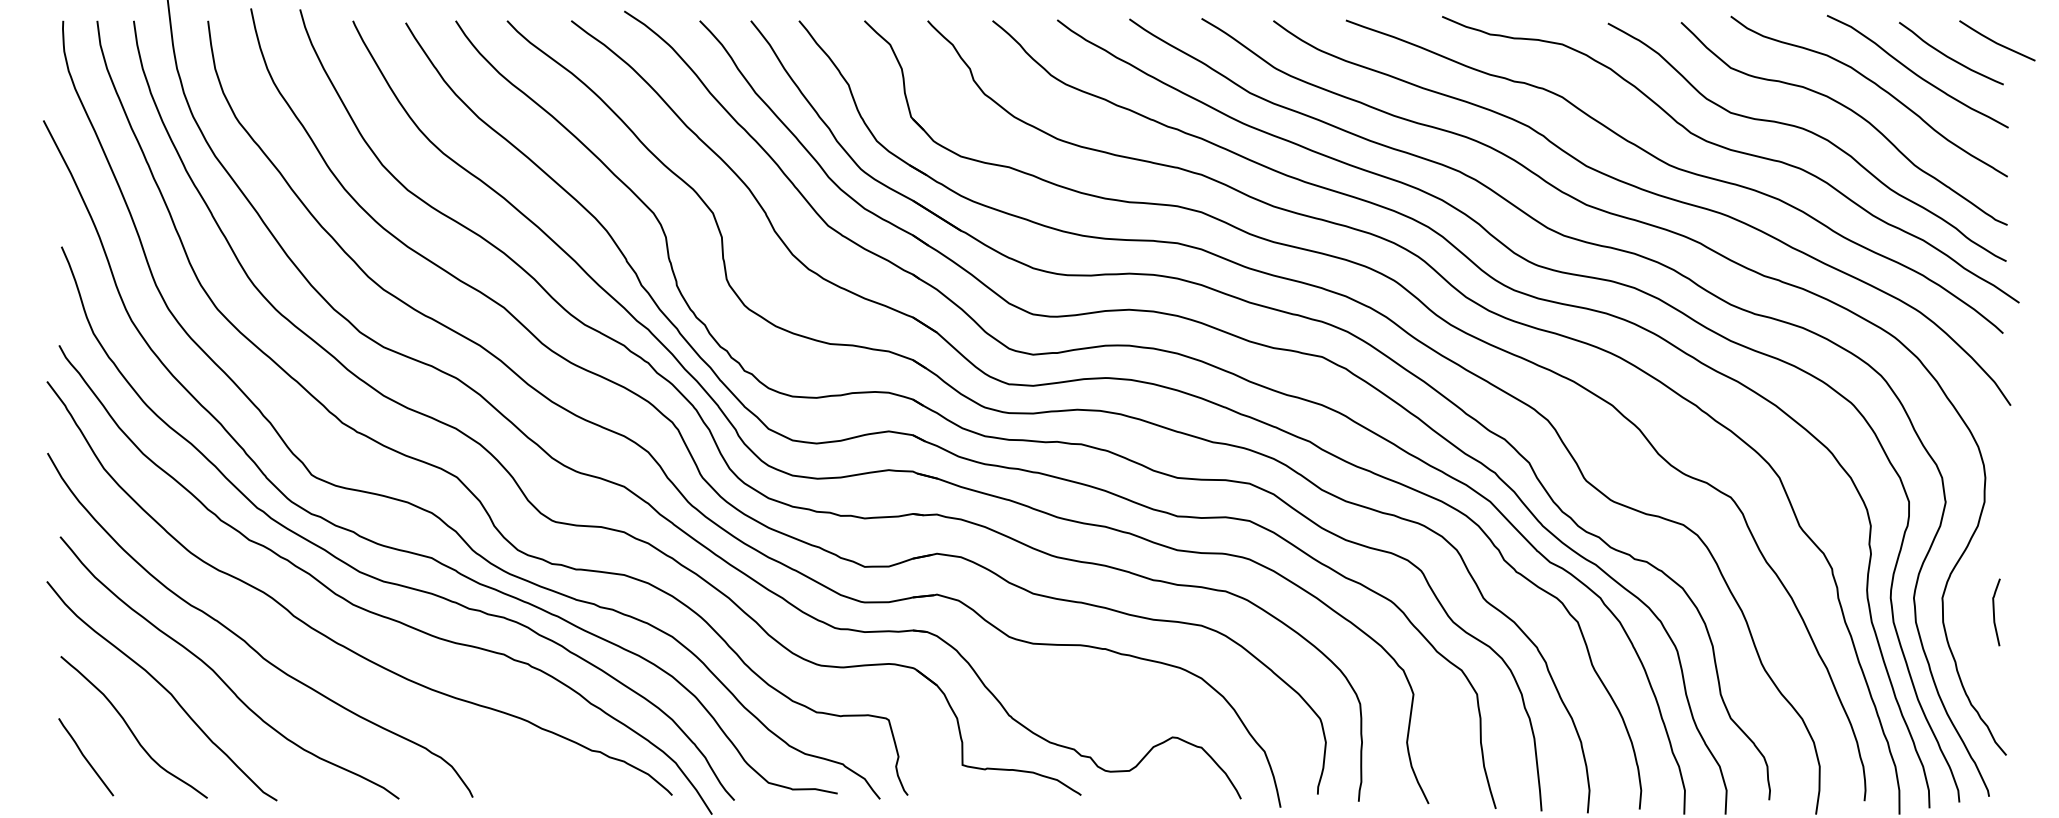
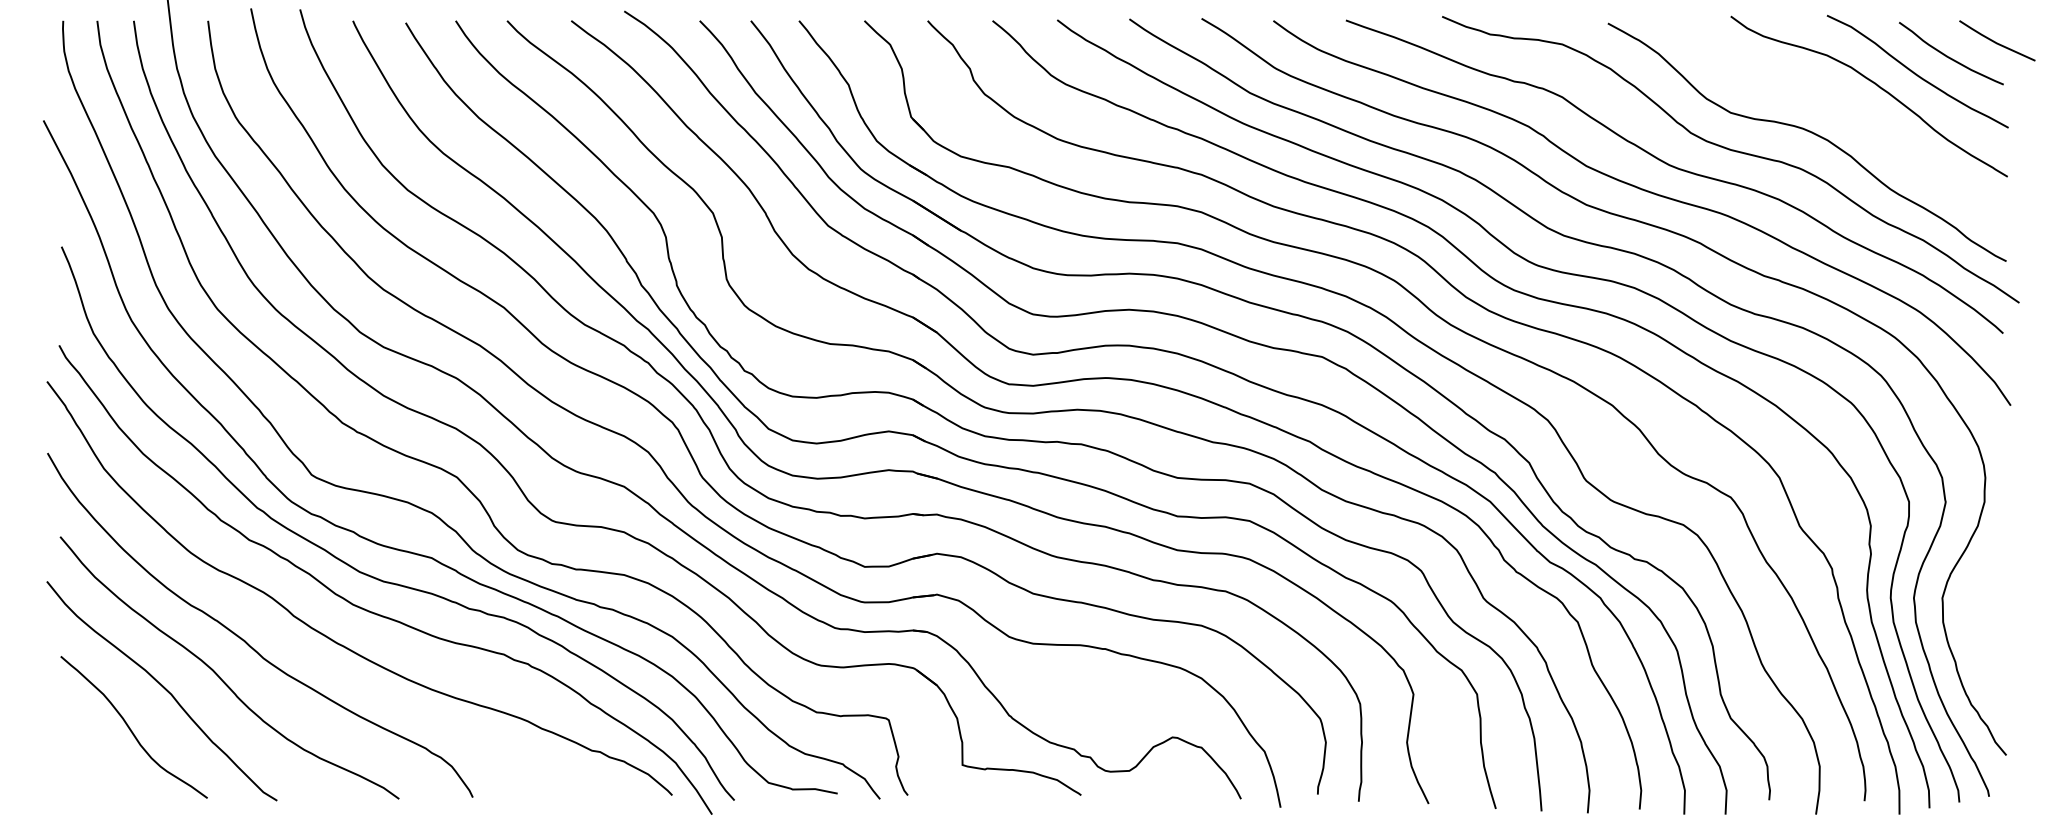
curve at (1852, 112): present -> none
curve at (1994, 612): present -> none
curve at (85, 757): present -> none
